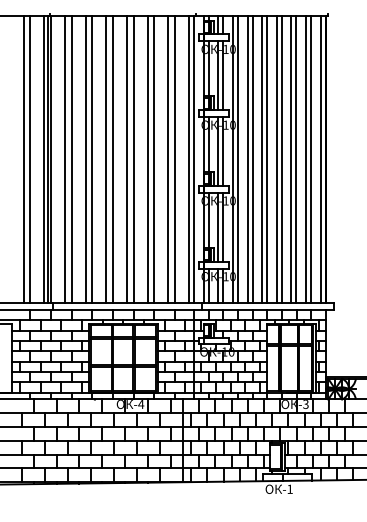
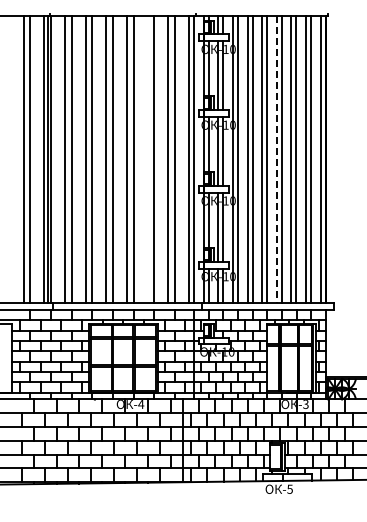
line at (147, 159): present -> none
line at (276, 159): solid -> dashed
text at (289, 488): -1 -> -5
